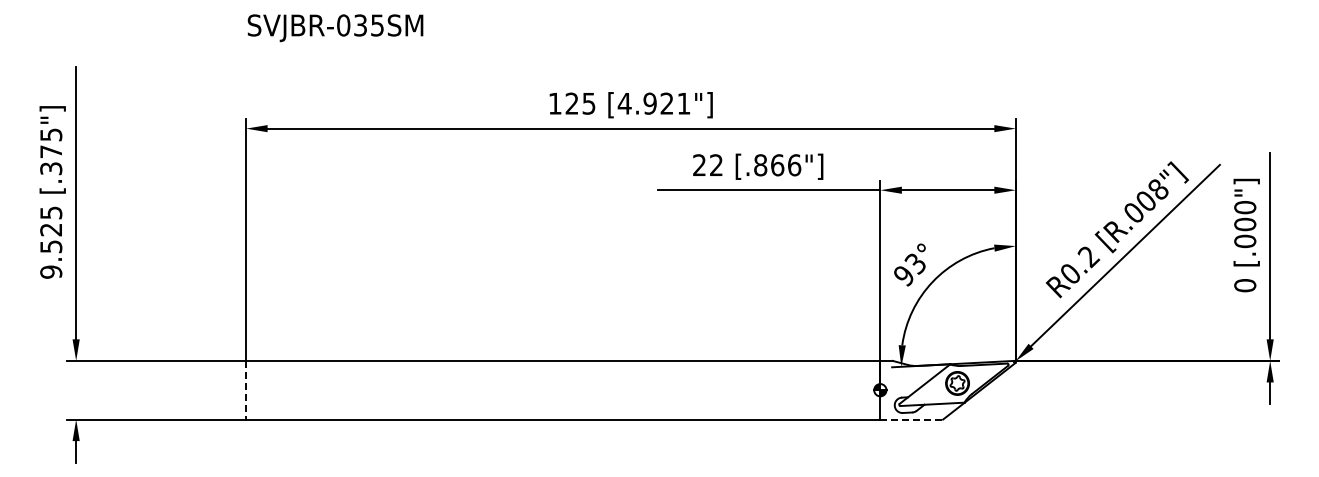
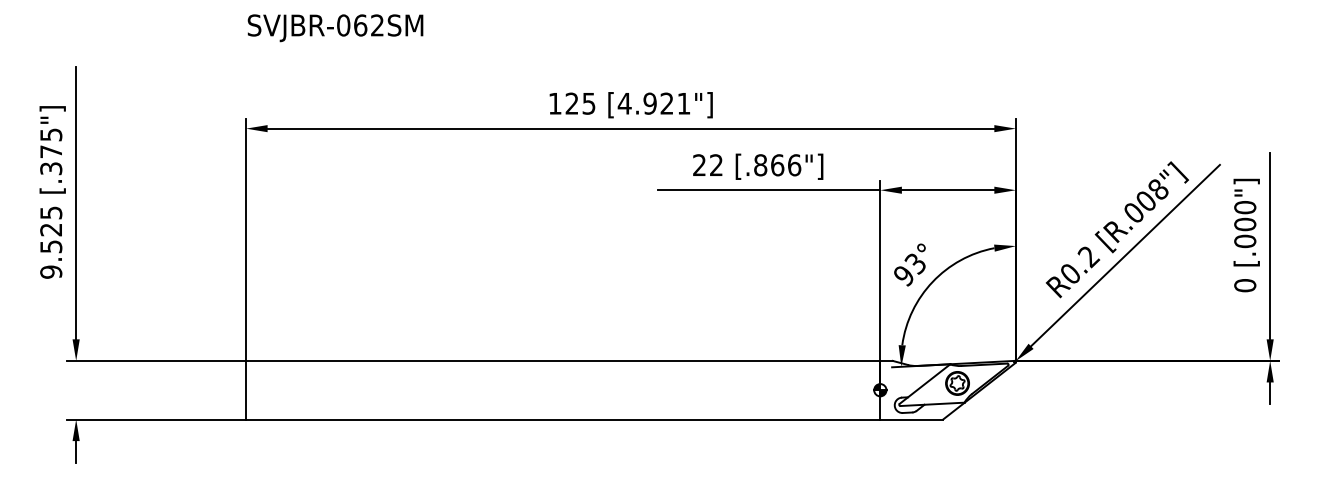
text at (368, 25): SVJBR-035SM -> SVJBR-062SM
line at (246, 390): dashed -> solid
line at (912, 419): dashed -> solid
